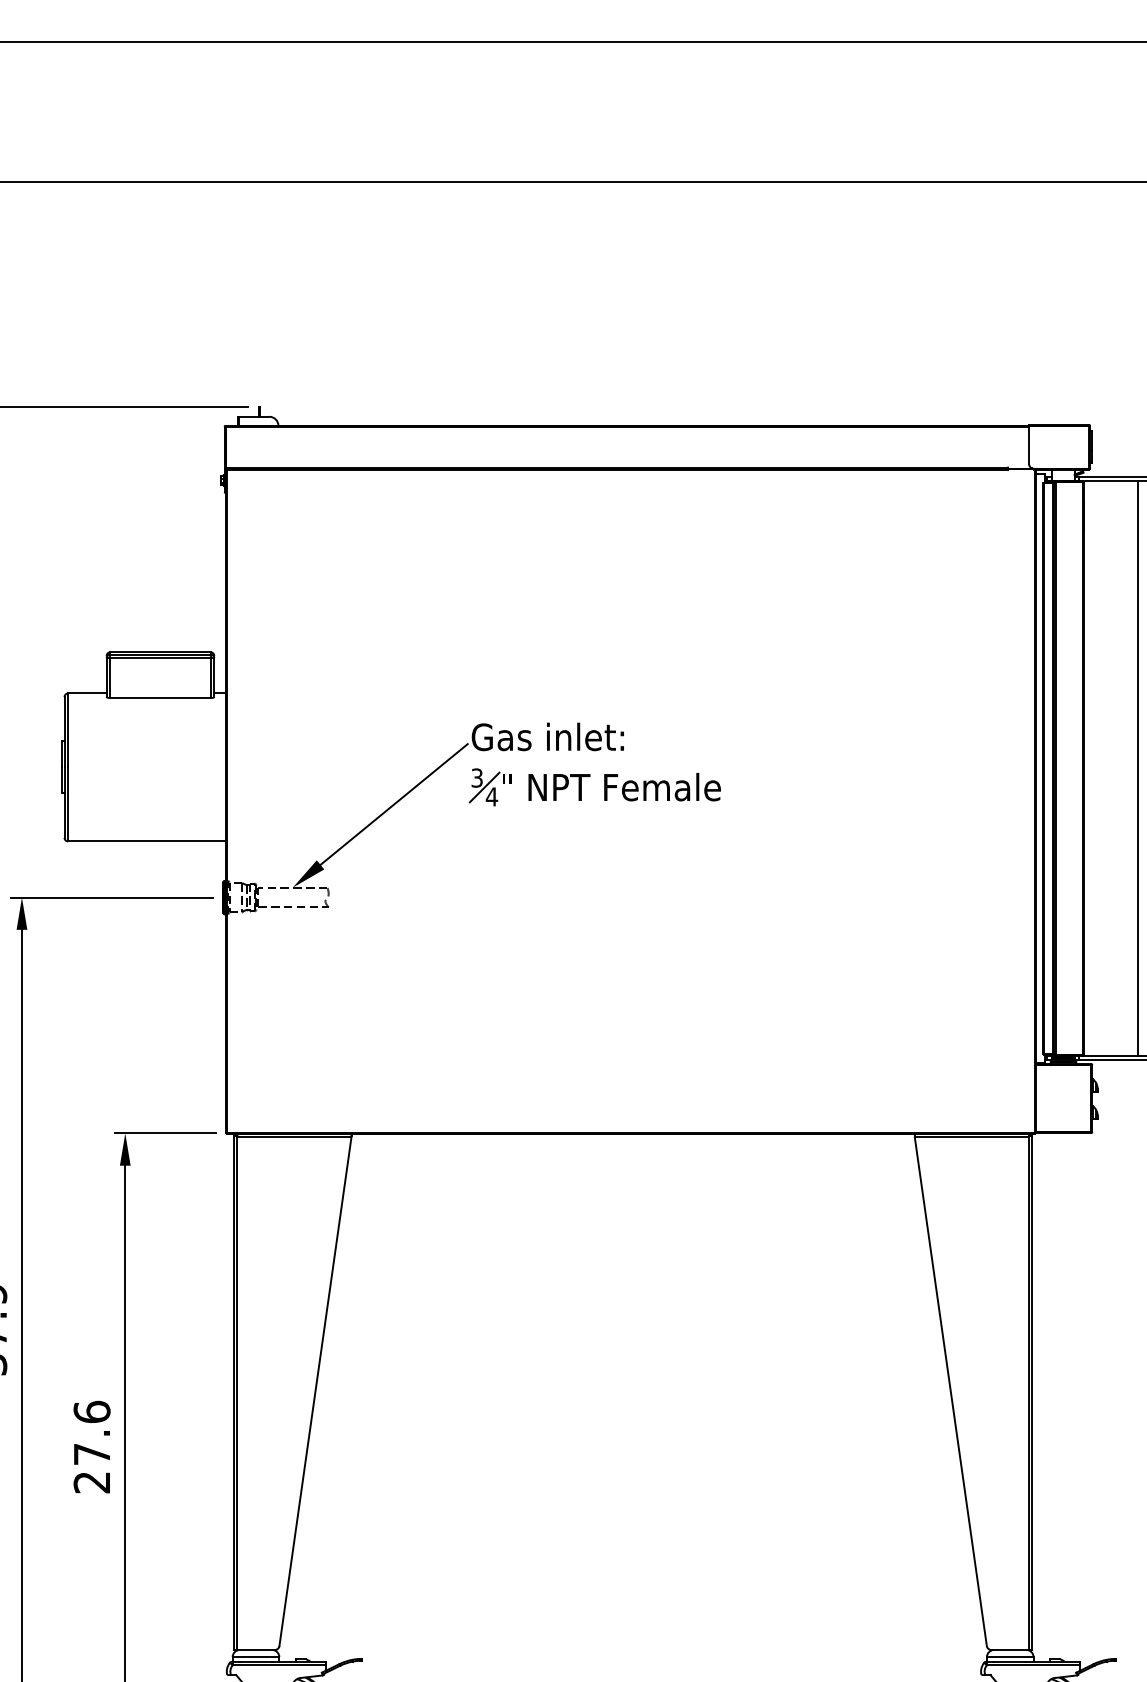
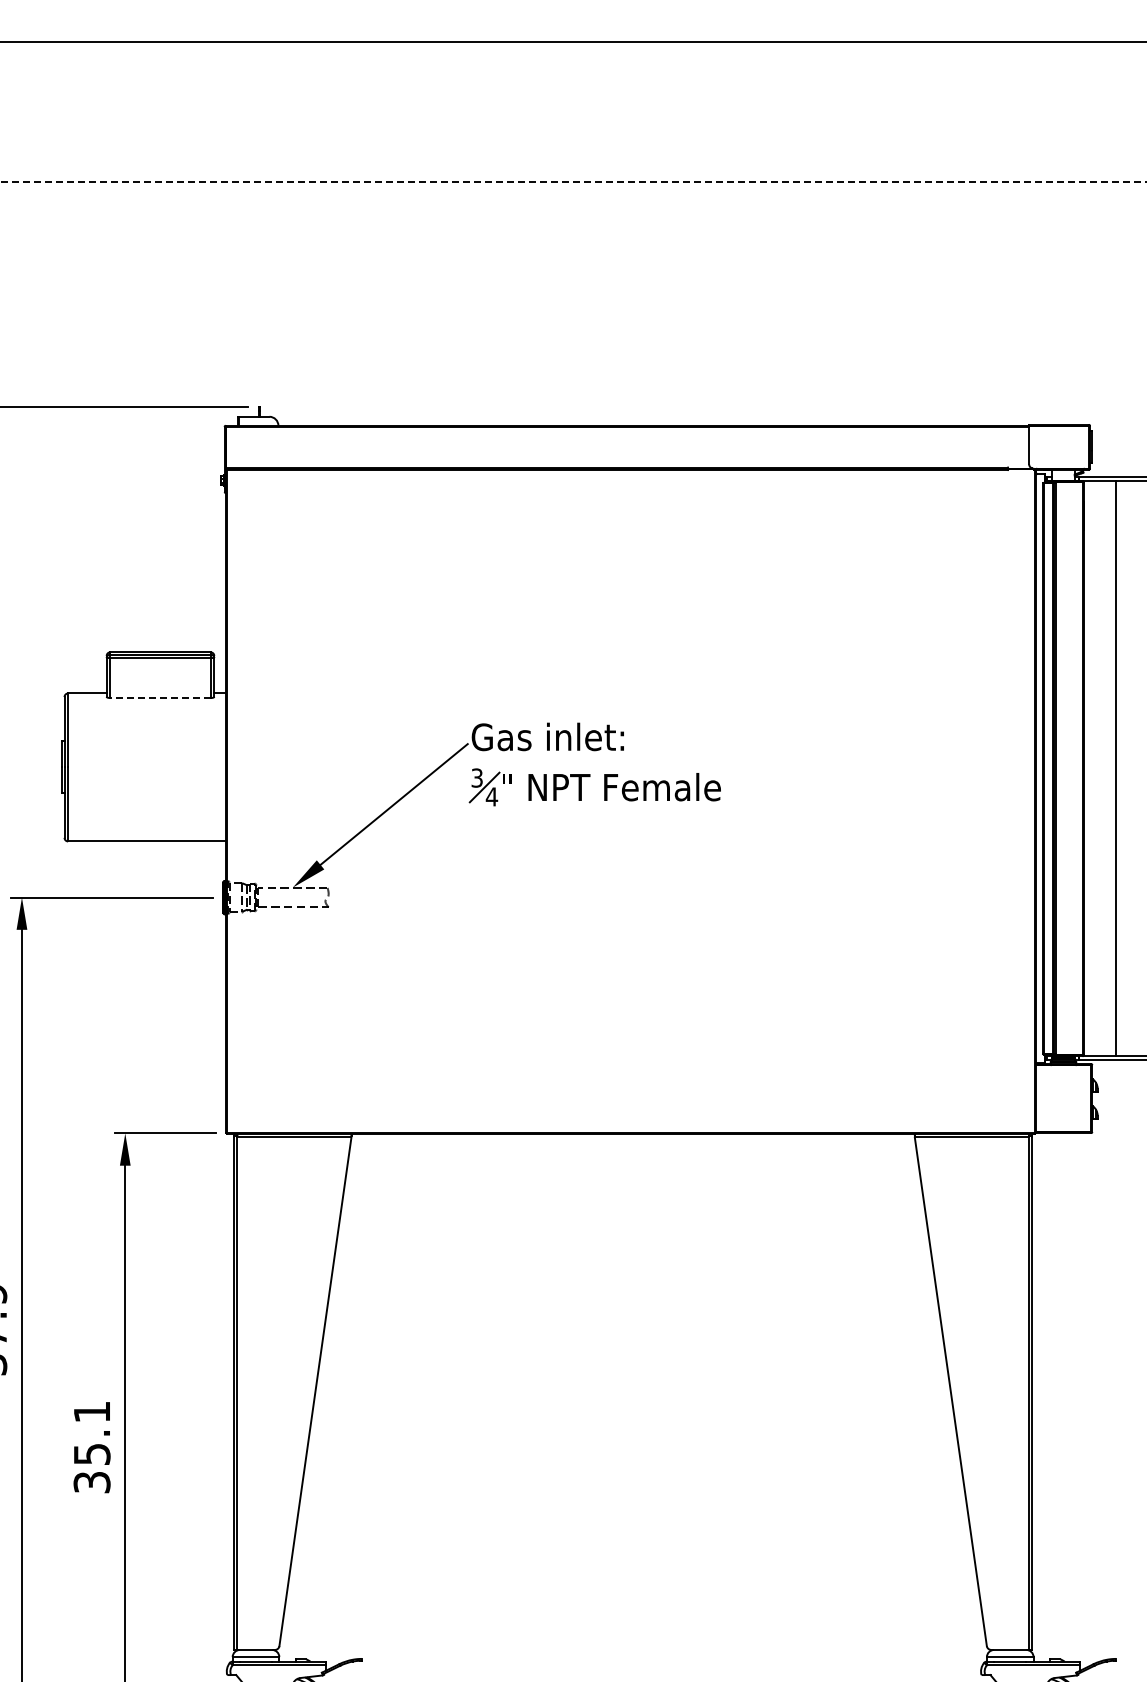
line at (573, 182): solid -> dashed
line at (160, 698): solid -> dashed
line at (1137, 768) position: (1137, 768) -> (1115, 768)
text at (91, 1446): 27.6 -> 35.1
